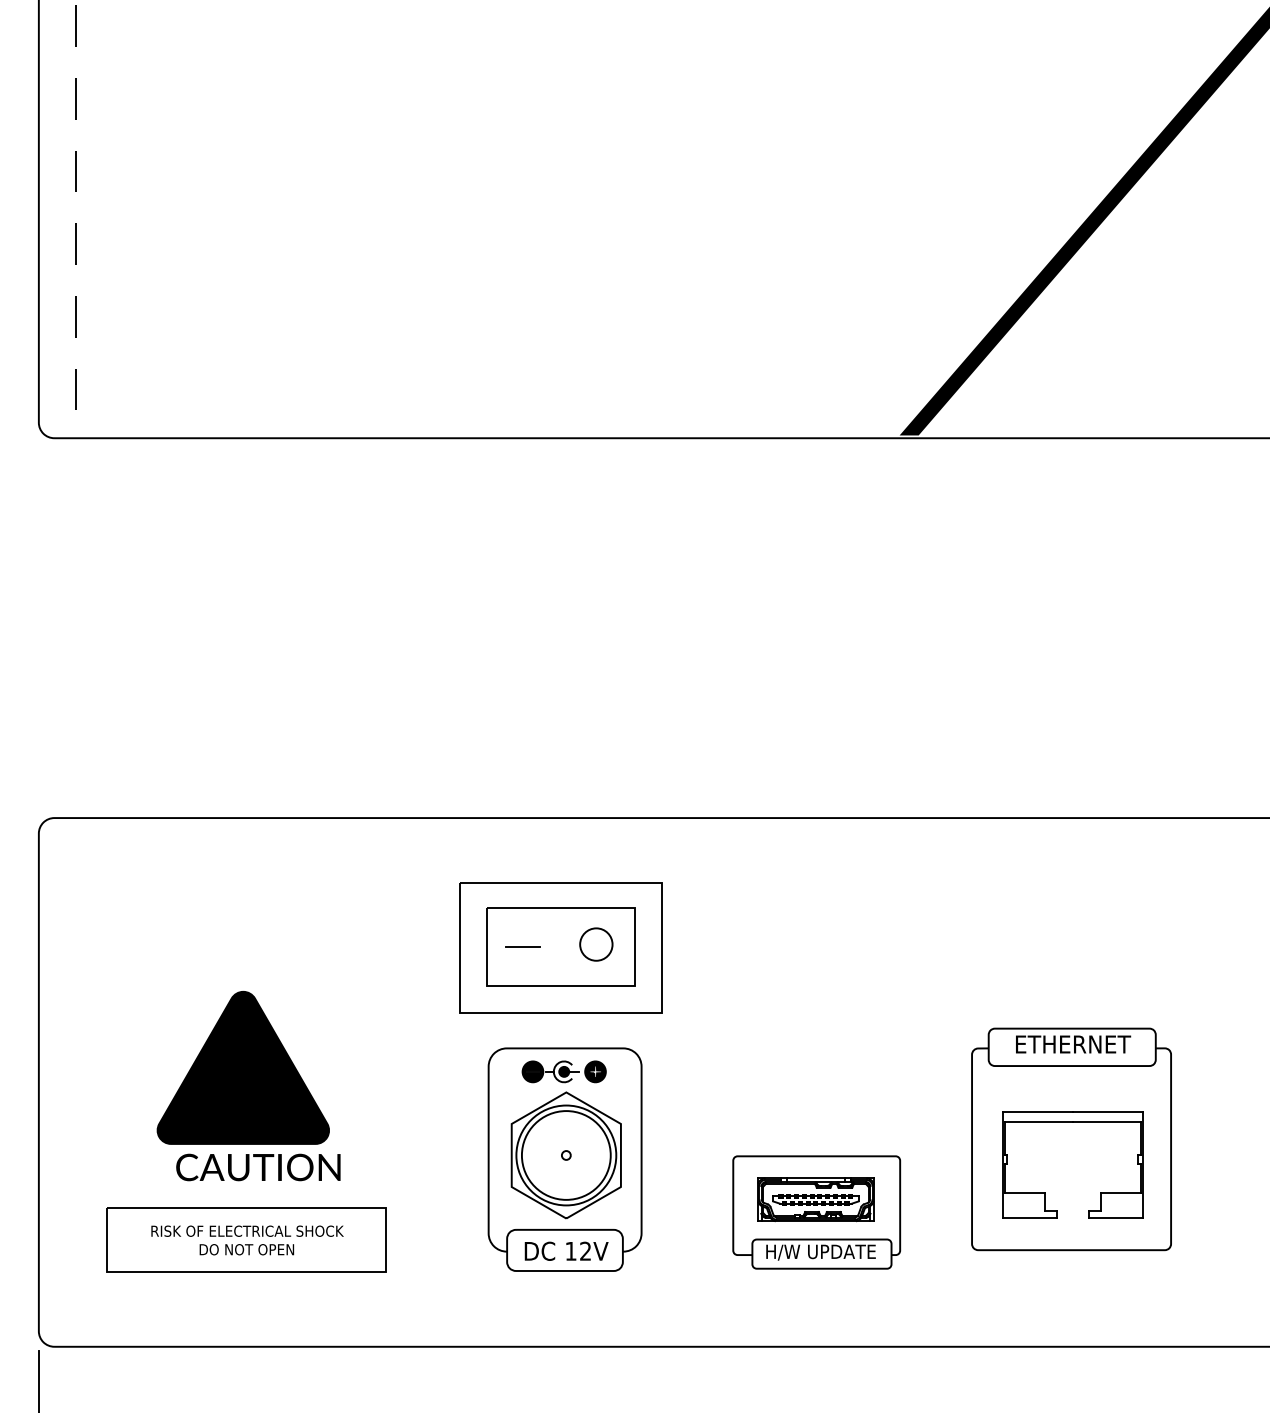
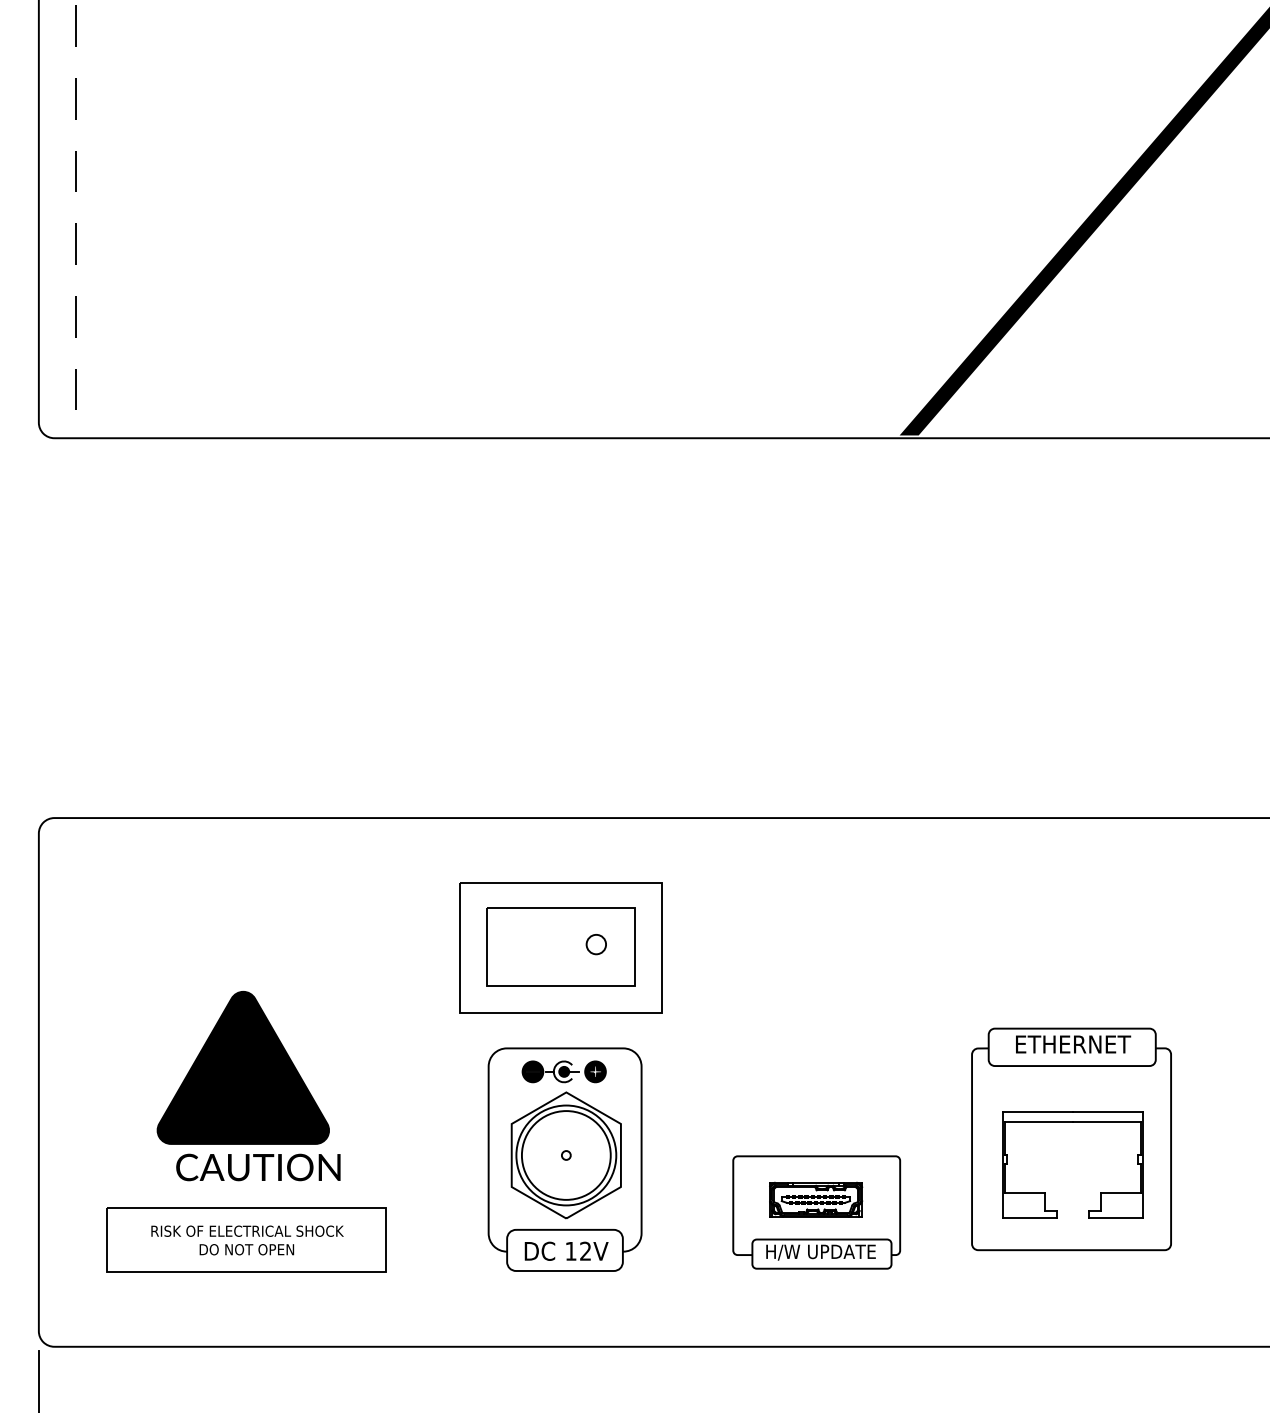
circle at (596, 944) diameter: 32 px -> 19 px
line at (523, 947): present -> none
part at (815, 1199) size: 118x46 px -> 95x37 px
